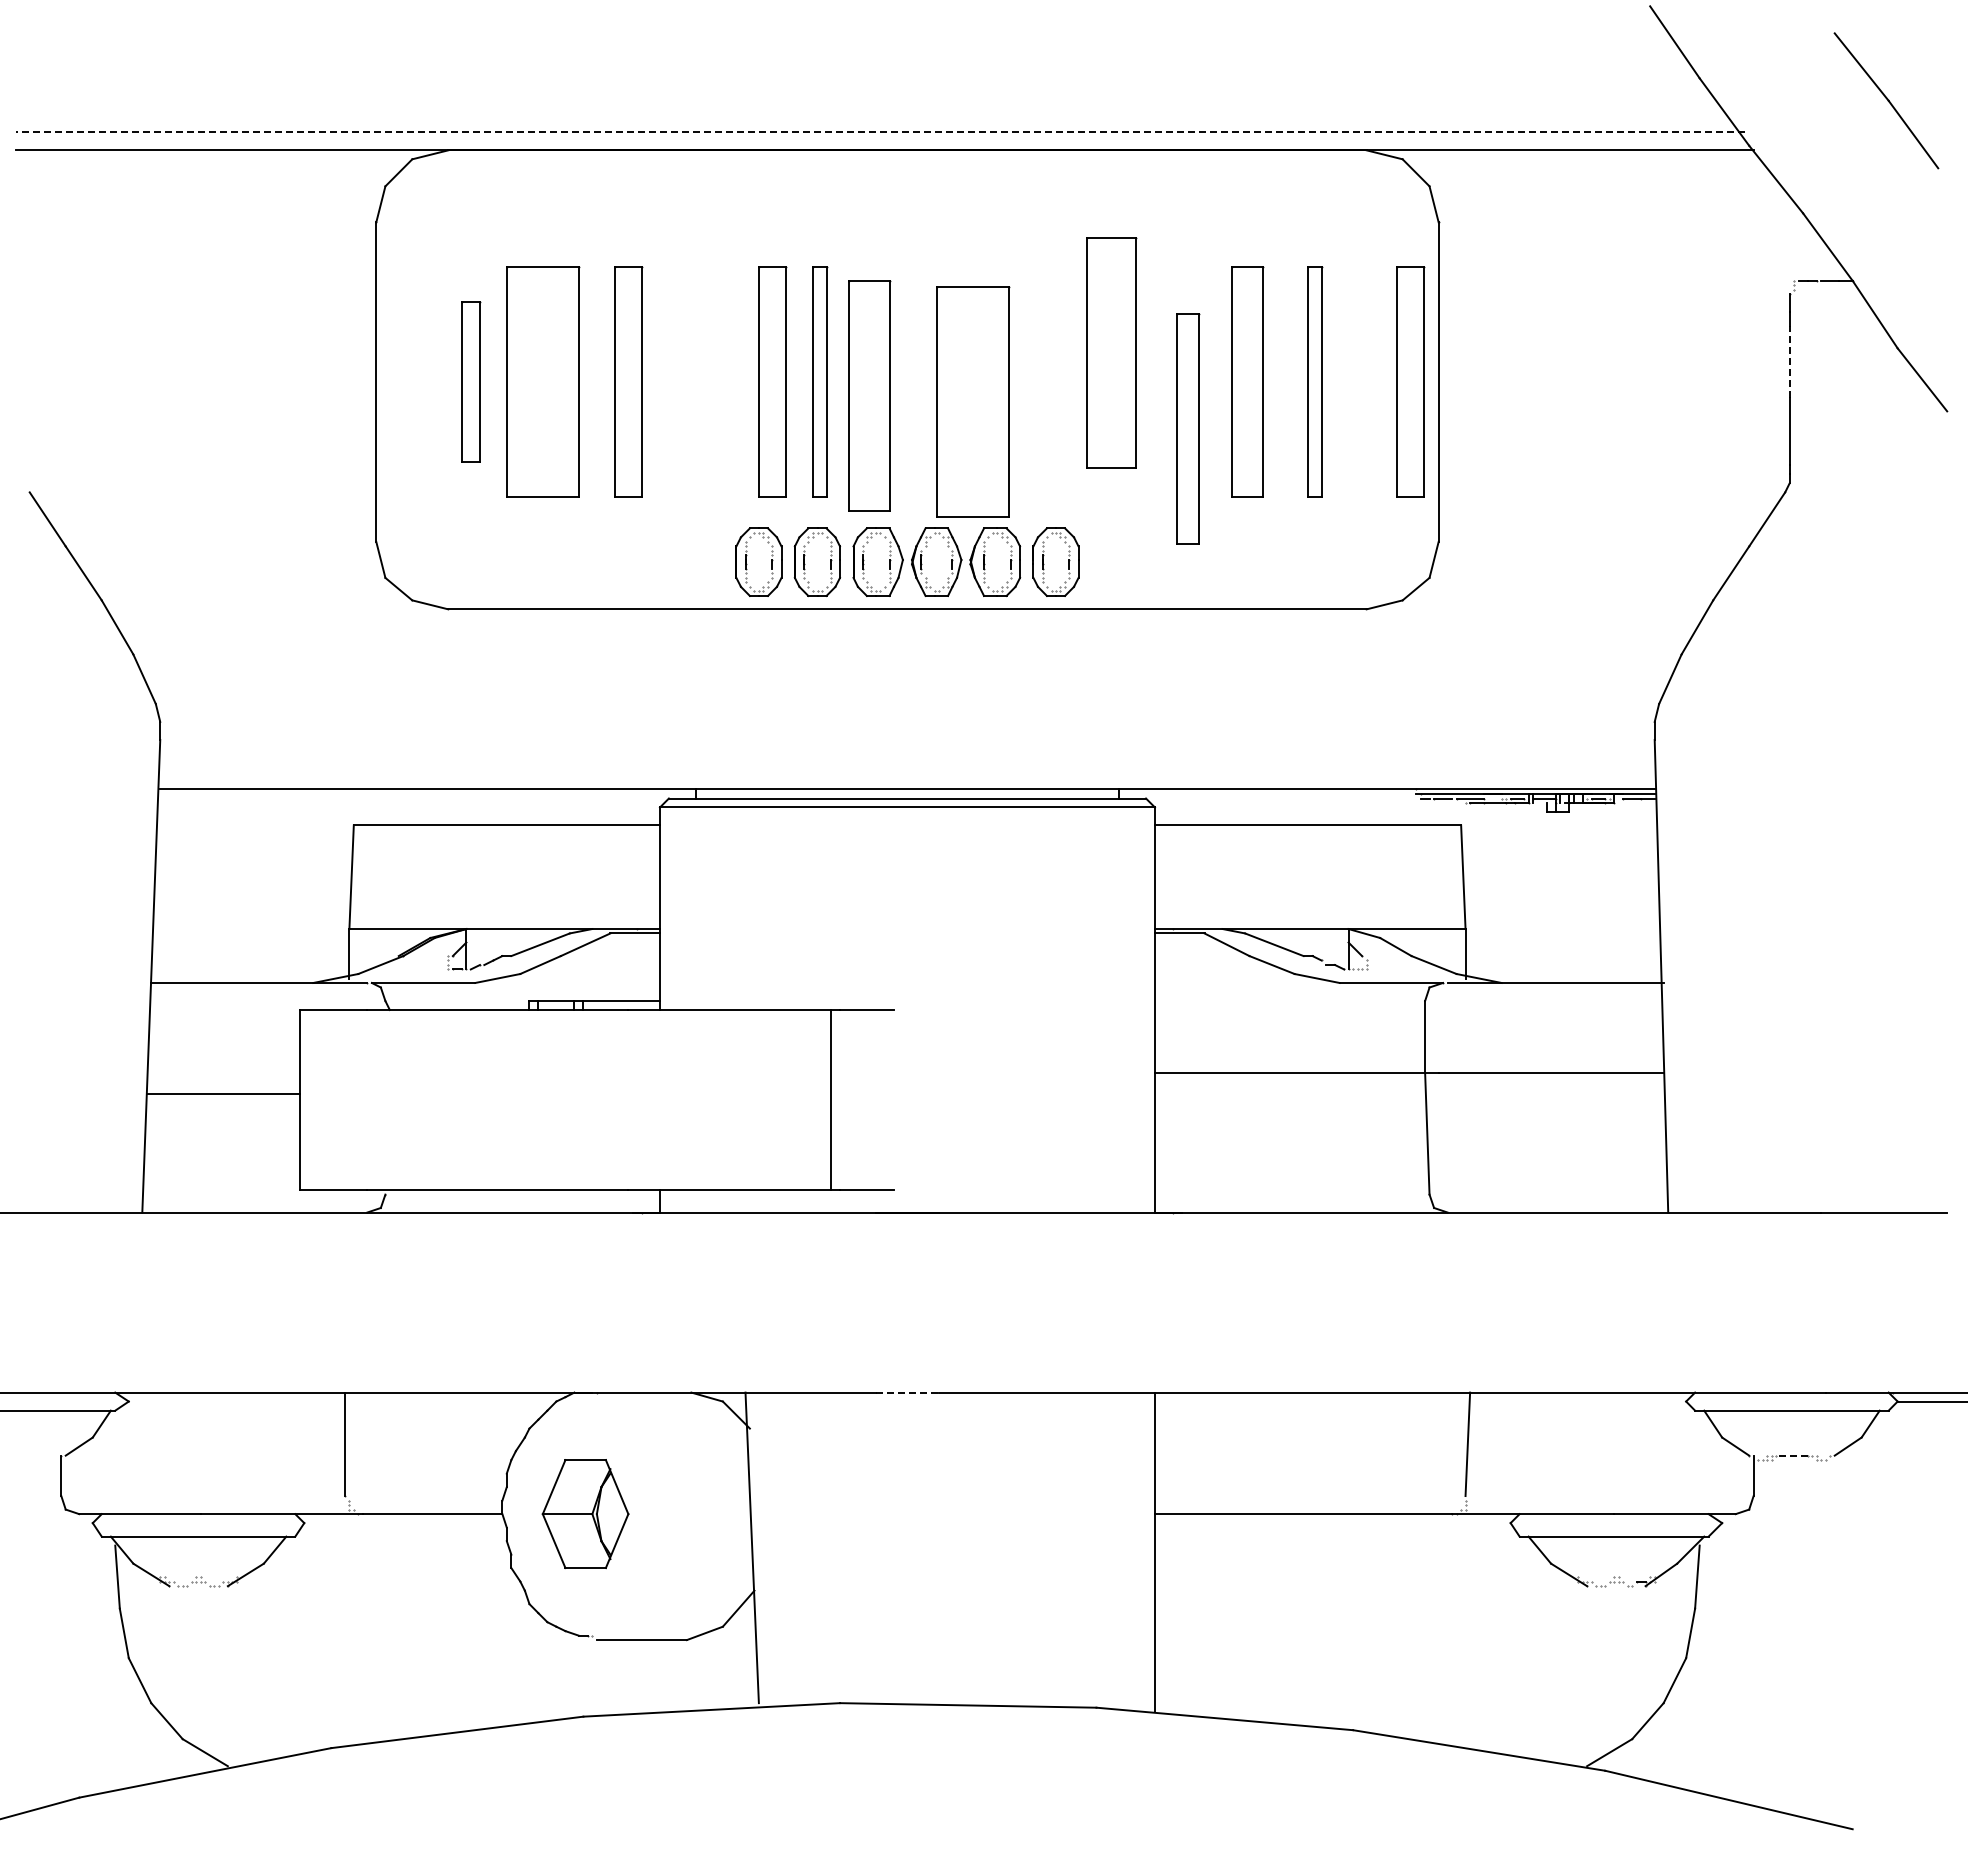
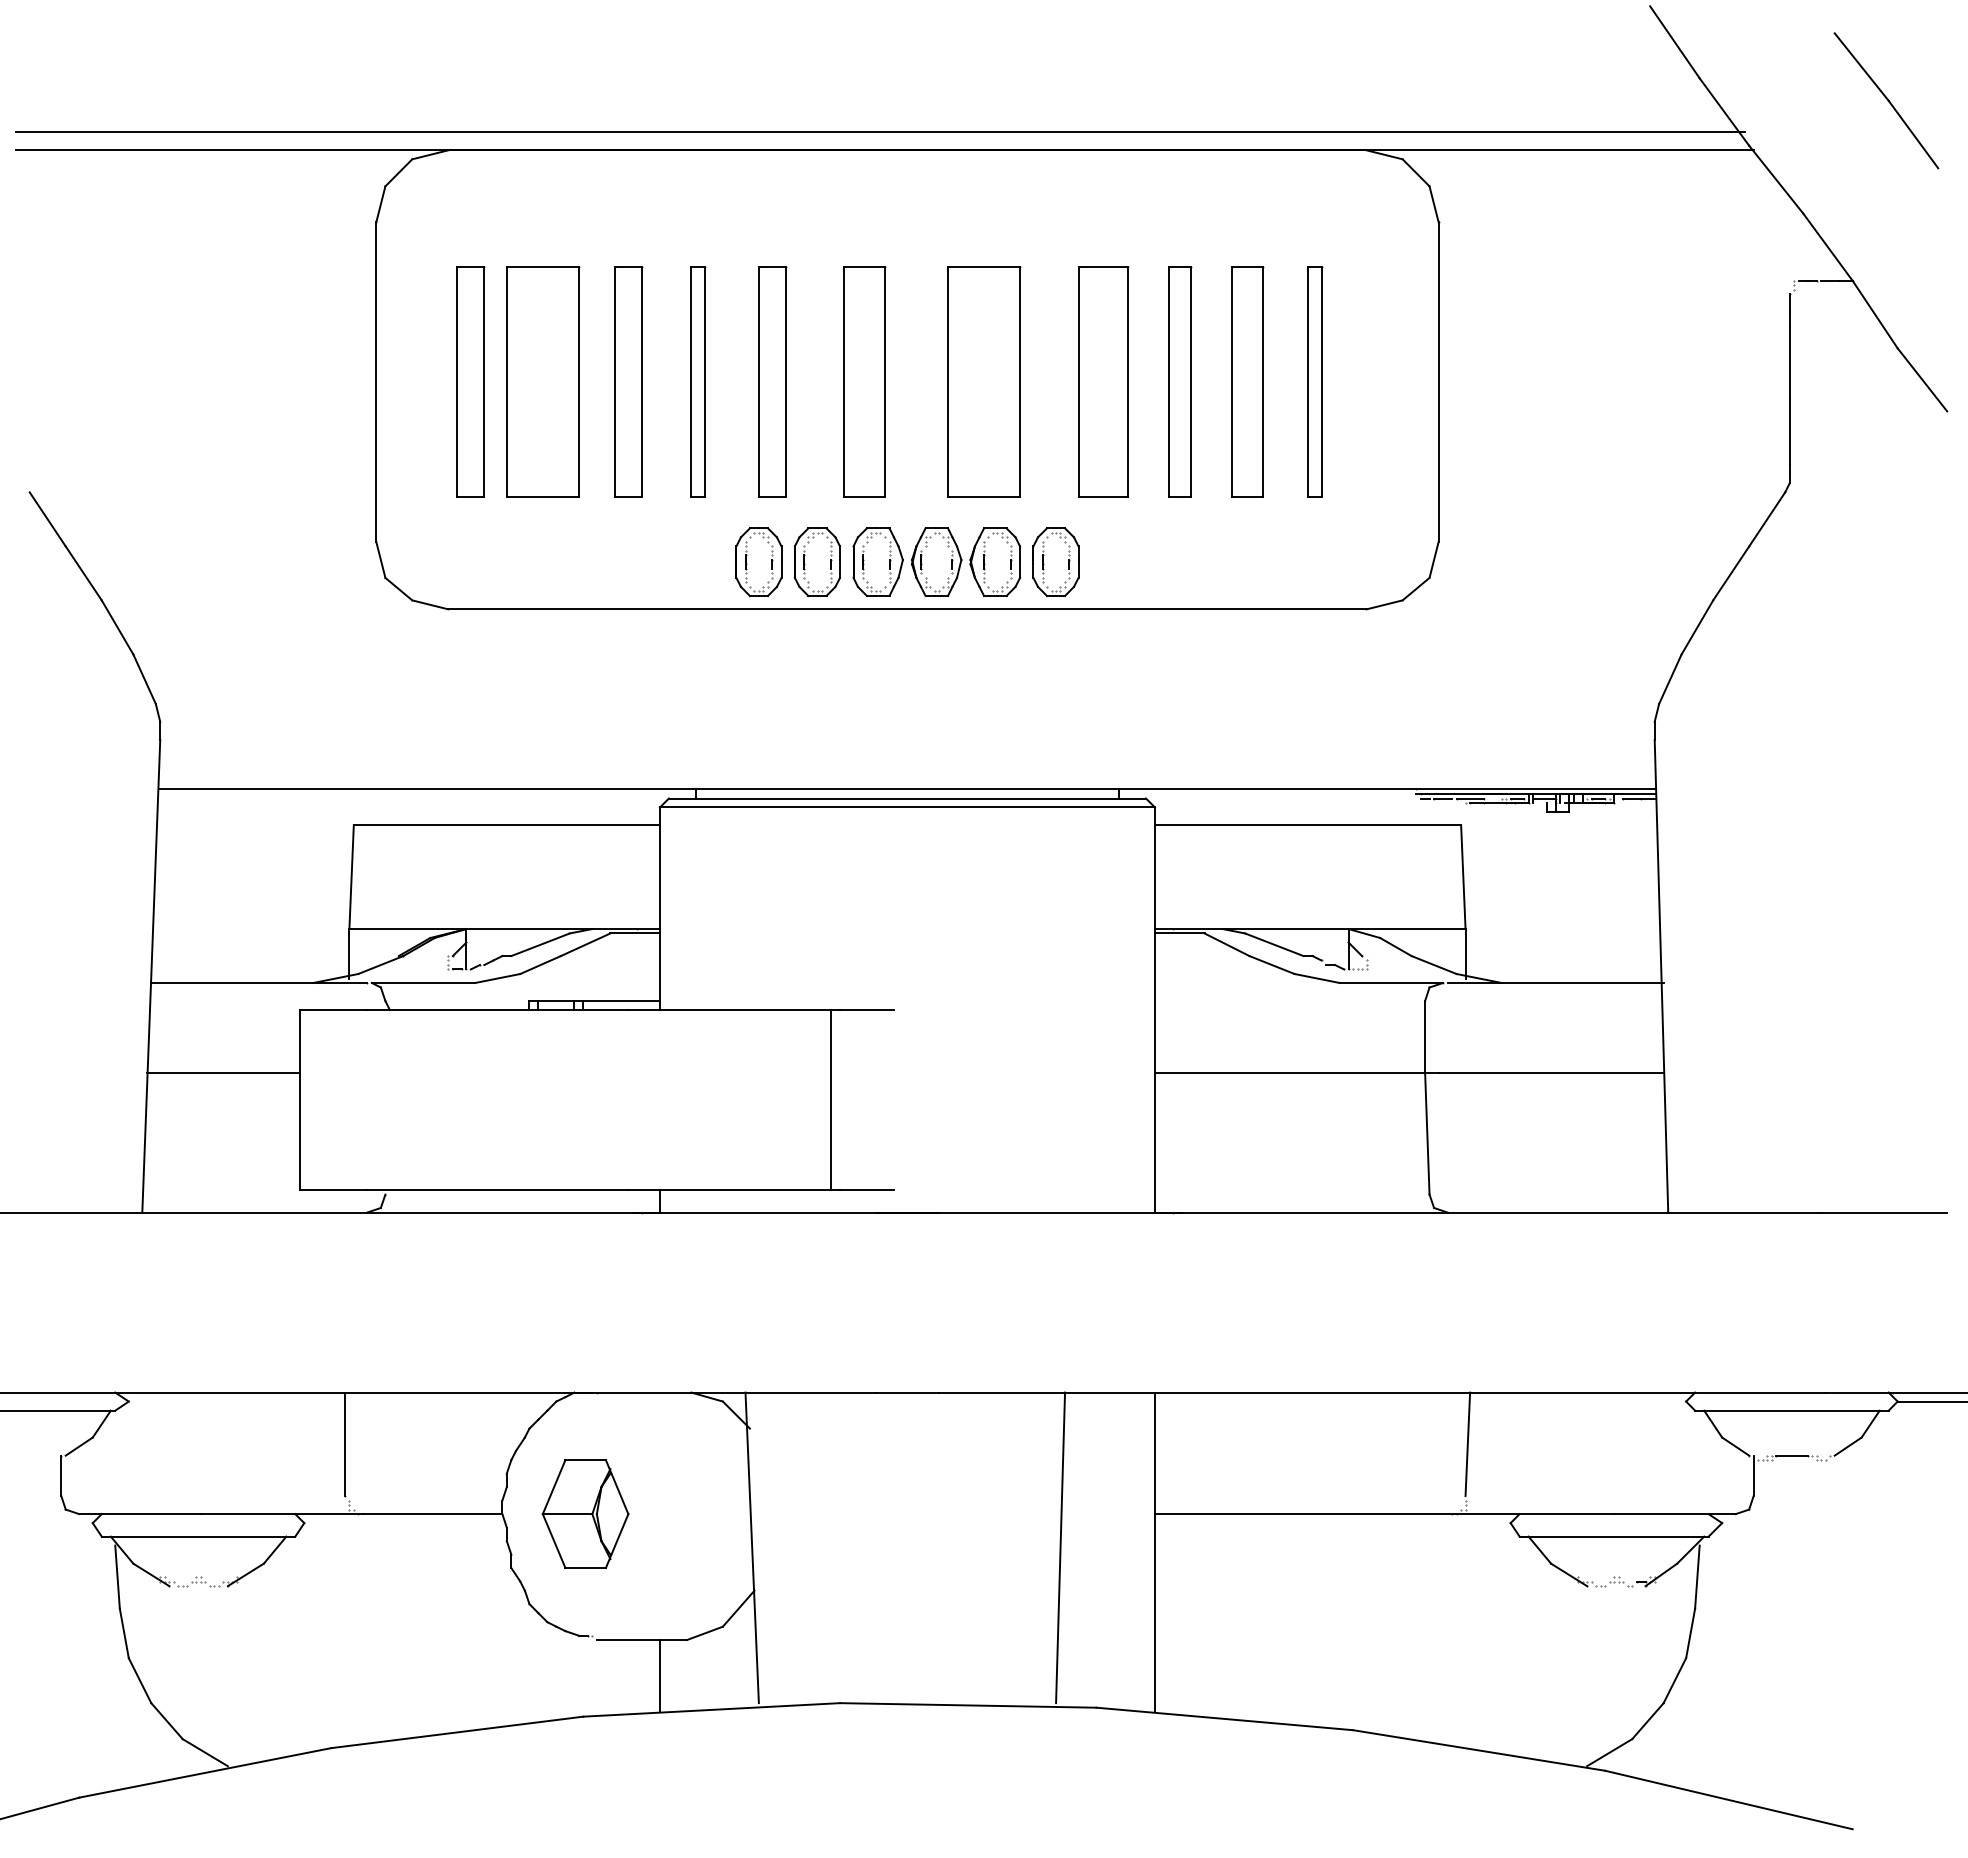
line at (879, 132): dashed -> solid
part at (1111, 352) position: (1111, 352) -> (1103, 381)
line at (1789, 361): dashed -> solid
part at (471, 381) size: 21x162 px -> 30x232 px
part at (820, 381) position: (820, 381) -> (698, 381)
part at (1410, 381): present -> none
part at (869, 395) position: (869, 395) -> (864, 381)
part at (973, 401) position: (973, 401) -> (984, 381)
part at (1188, 428) position: (1188, 428) -> (1180, 381)
line at (222, 1094) position: (222, 1094) -> (222, 1073)
line at (907, 1392): dashed -> solid
line at (1791, 1455): dashed -> solid
line at (1060, 1547): none -> present
line at (659, 1676): none -> present
